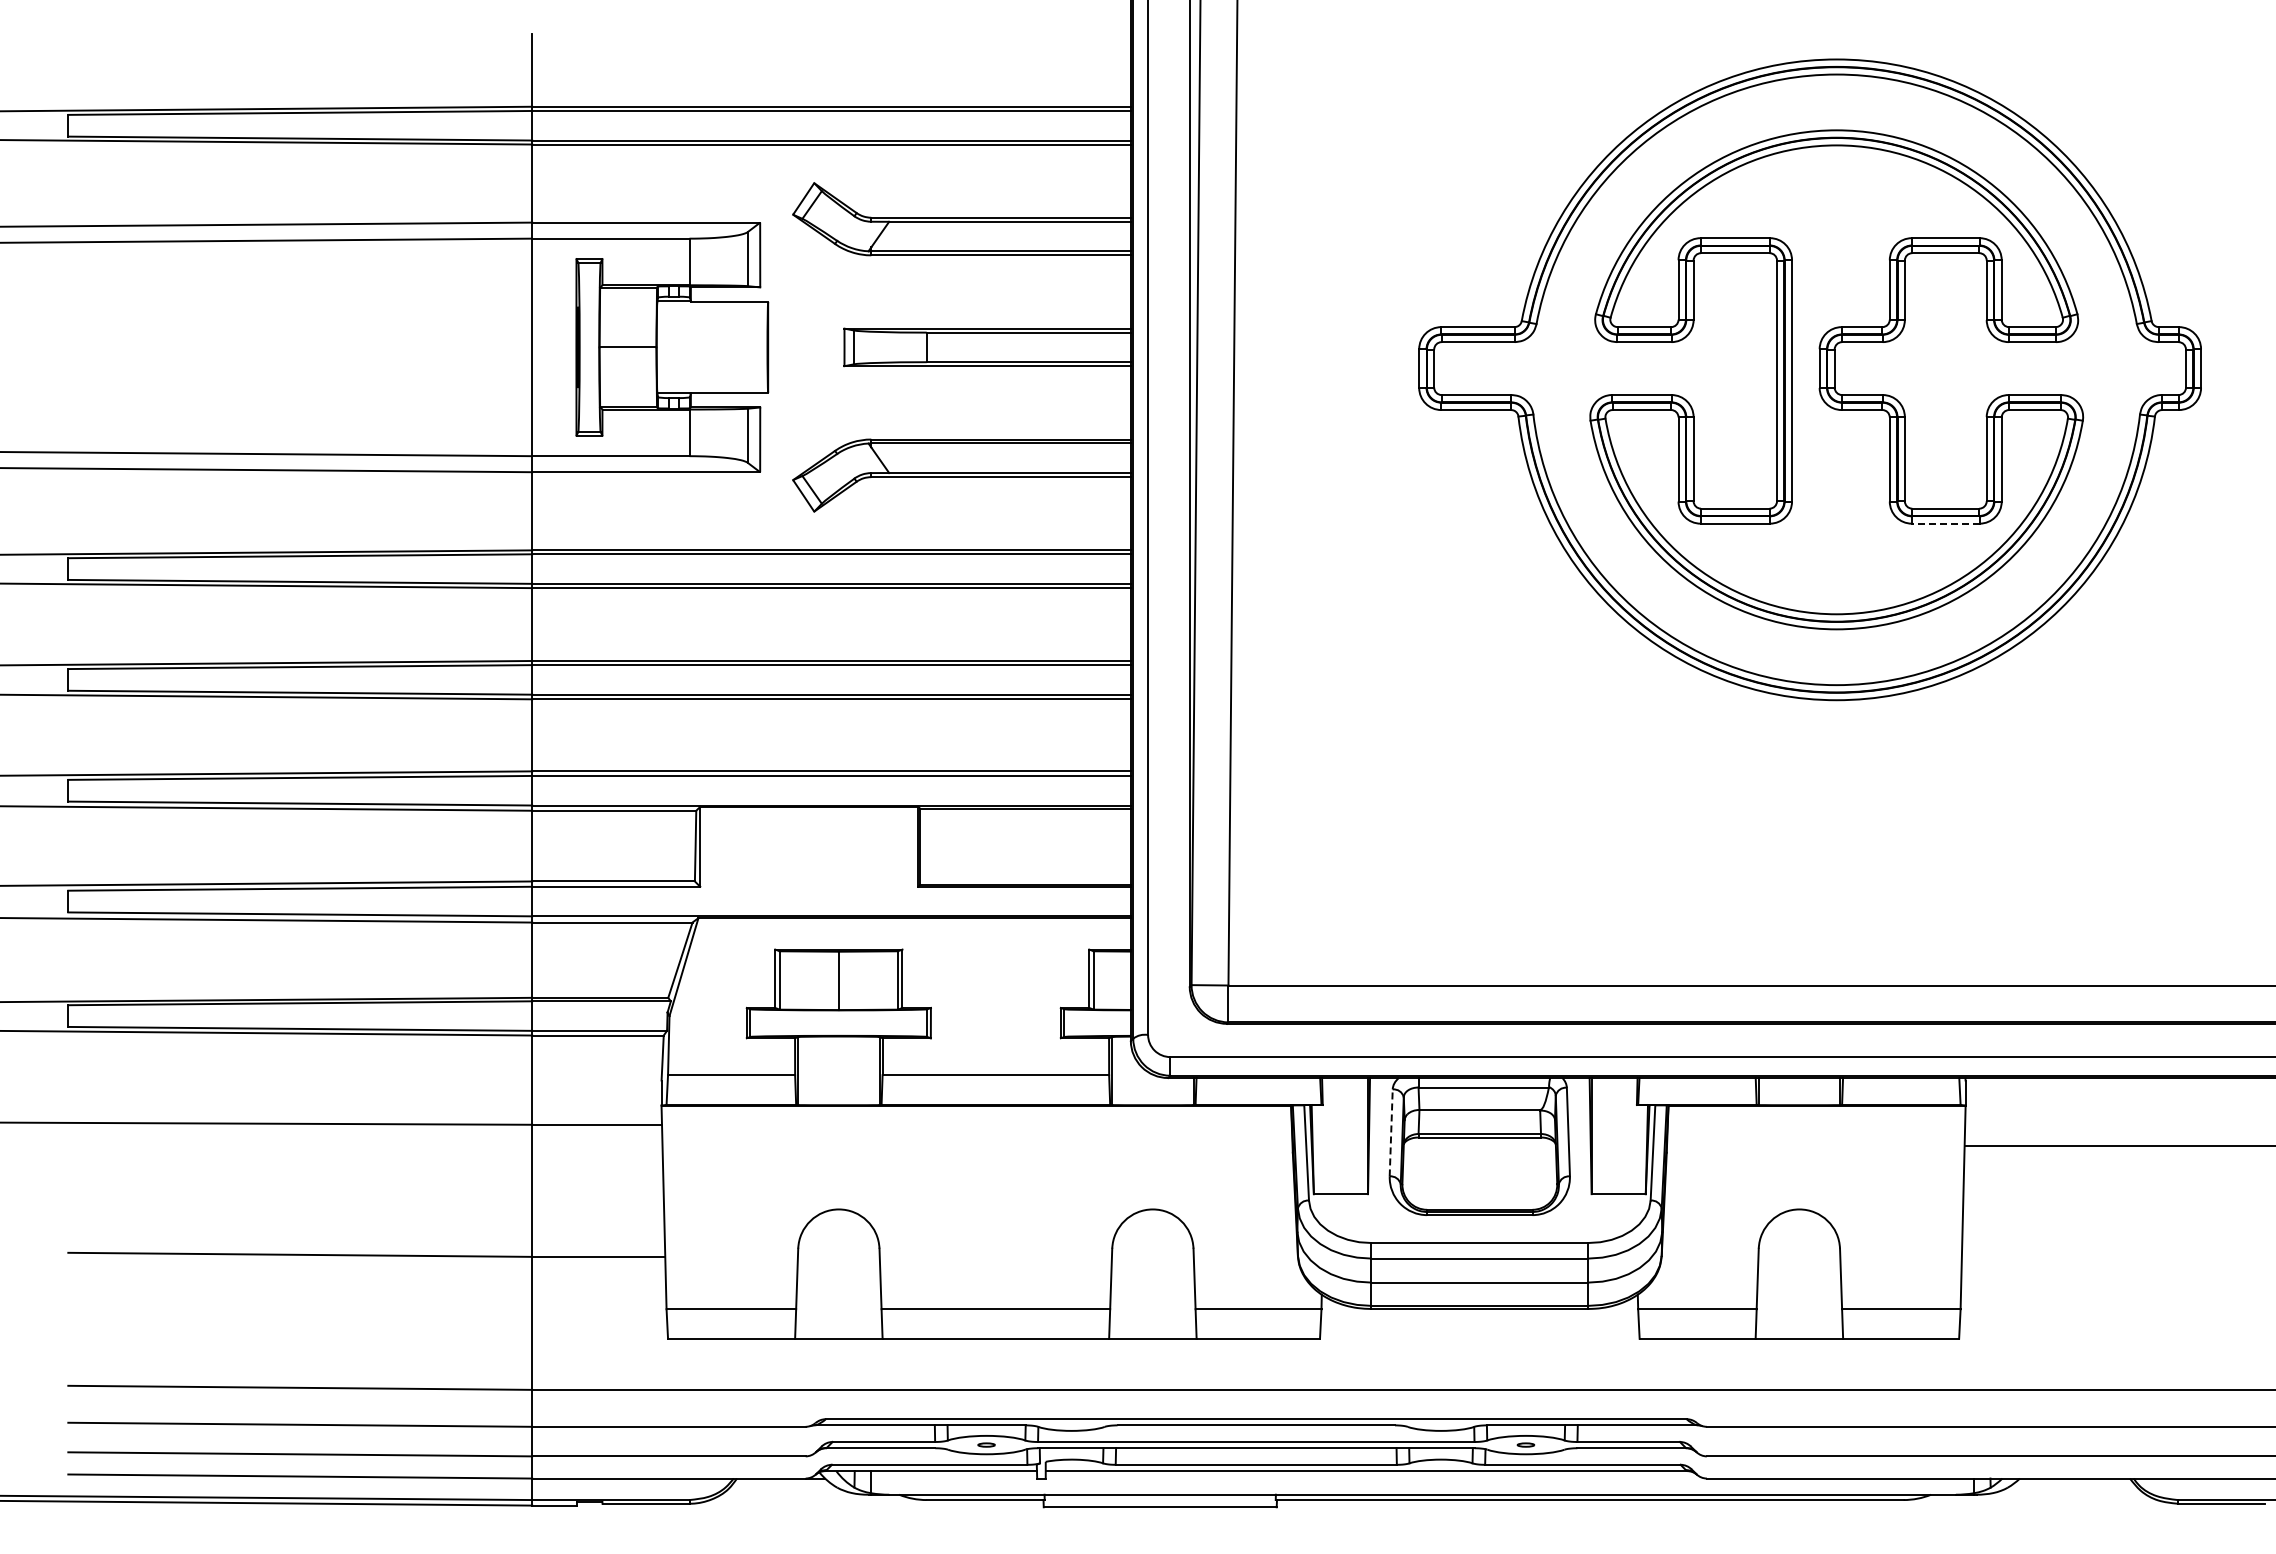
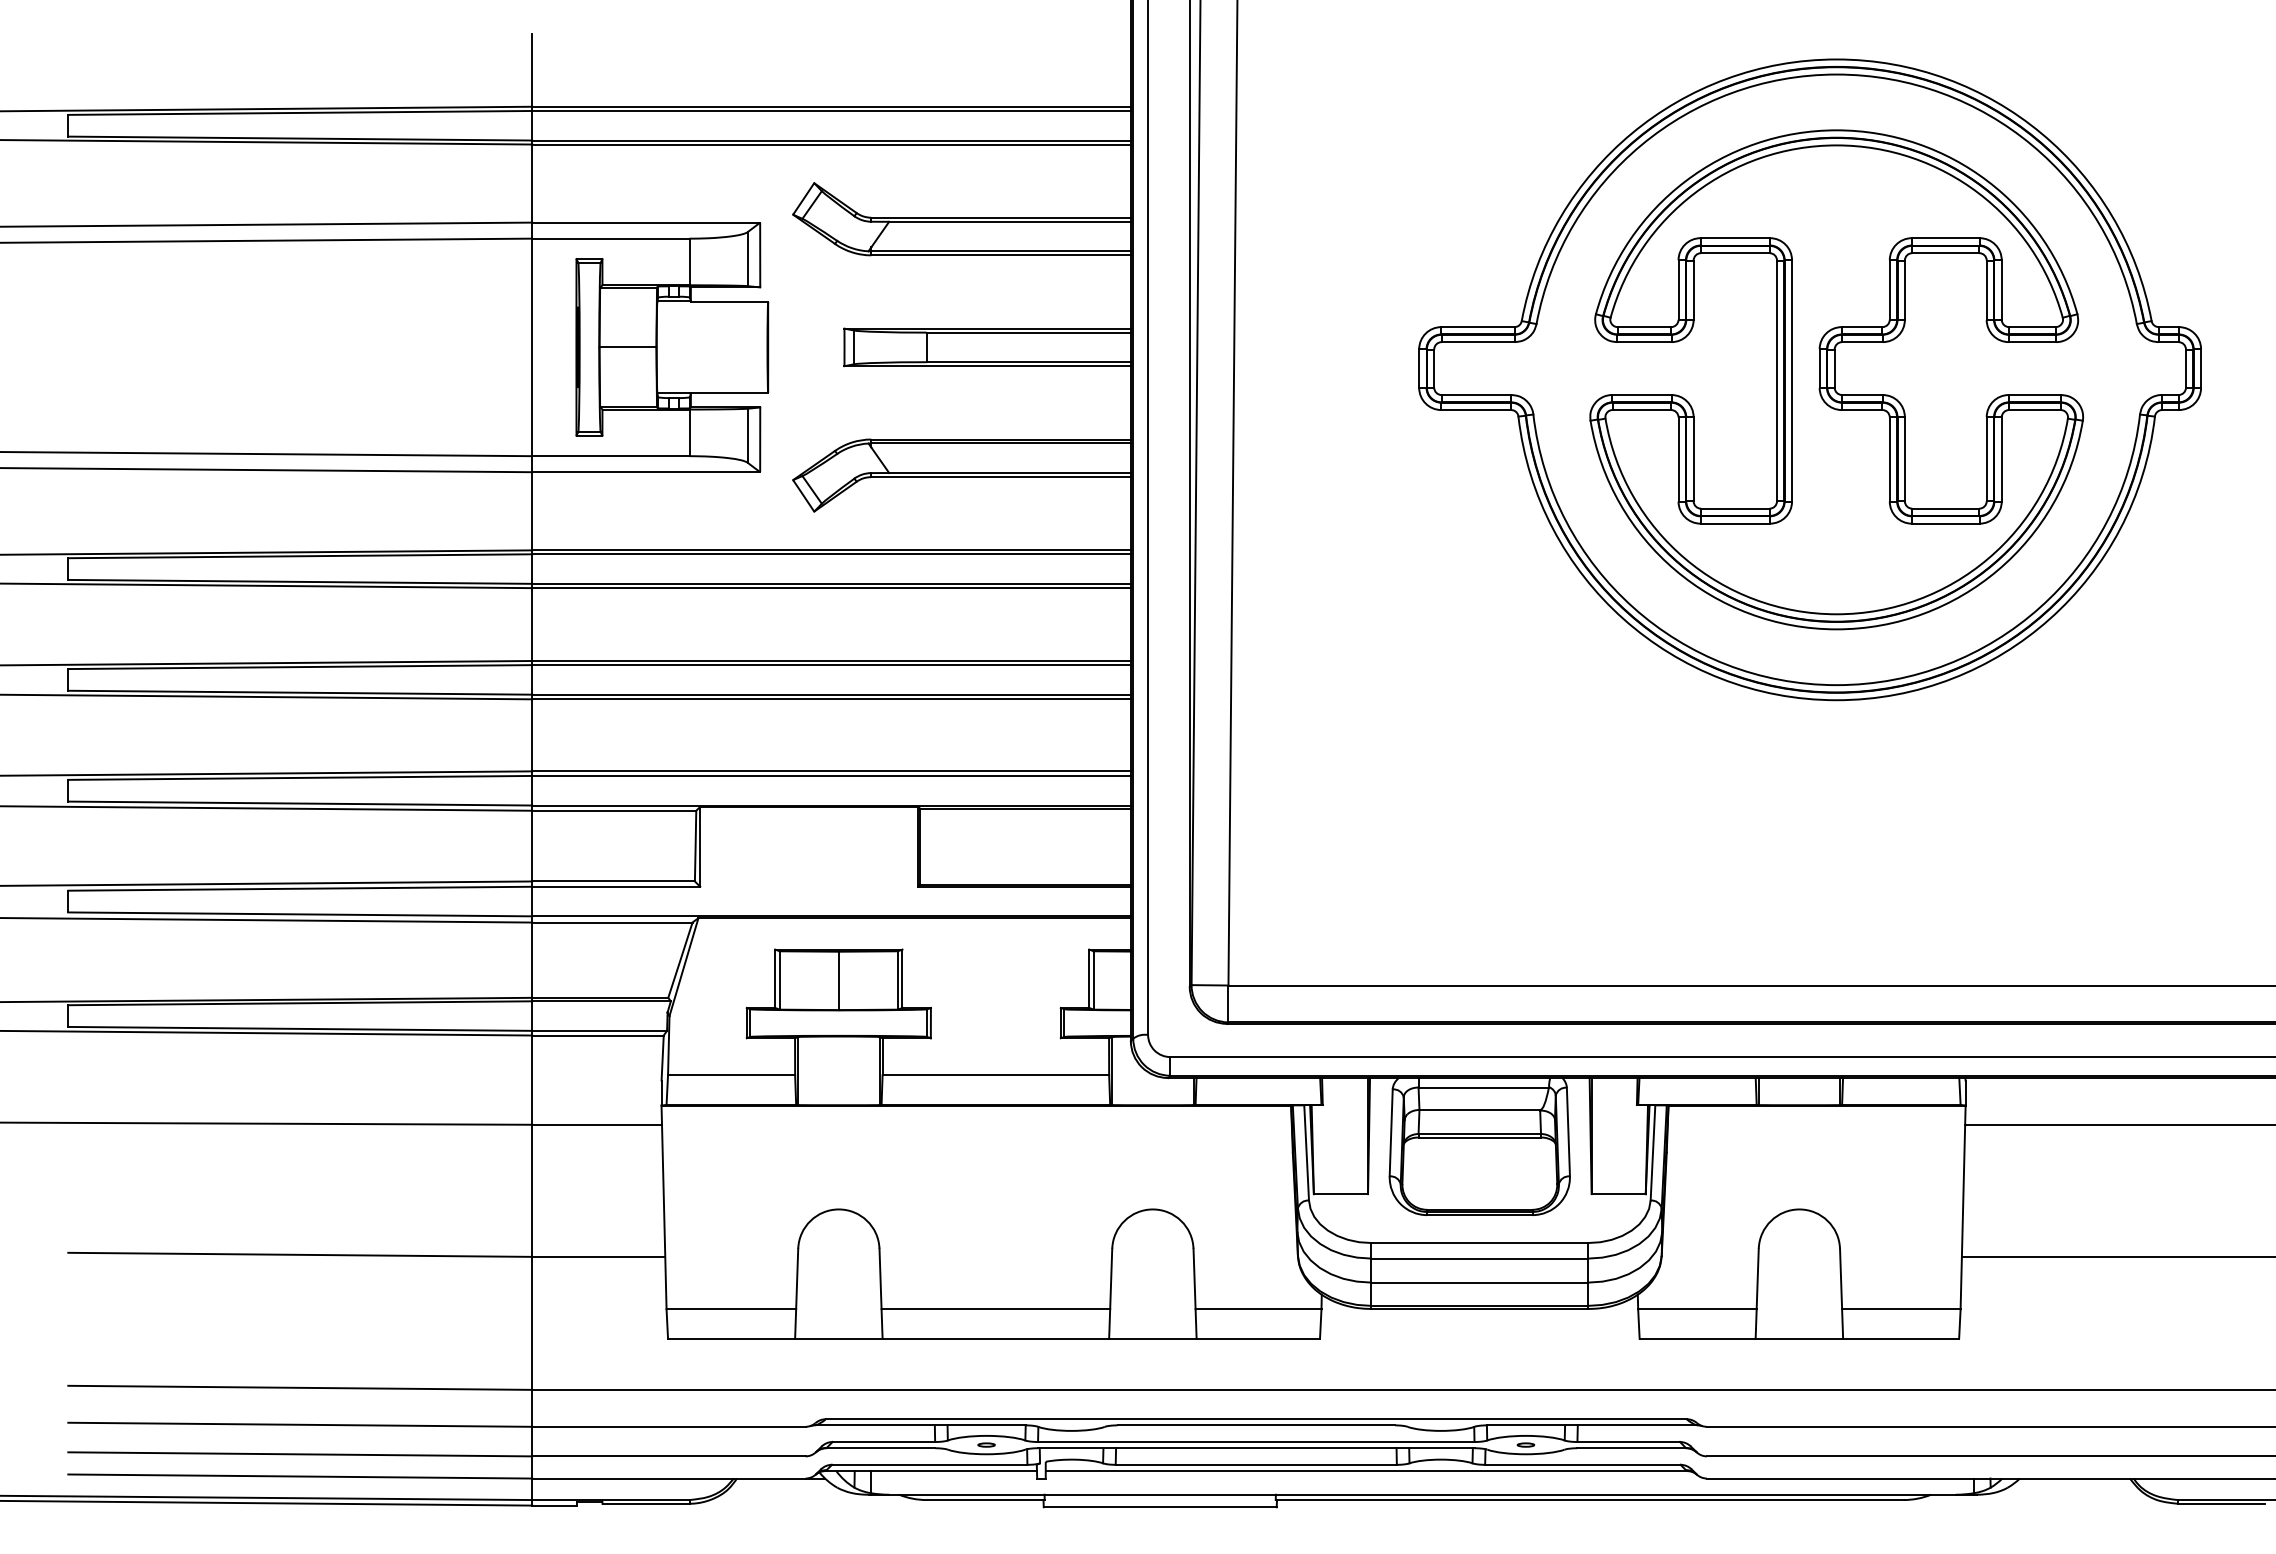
line at (1945, 523): dashed -> solid
line at (1391, 1132): dashed -> solid
line at (2118, 1145) position: (2118, 1145) -> (2118, 1124)
line at (2116, 1256): none -> present
